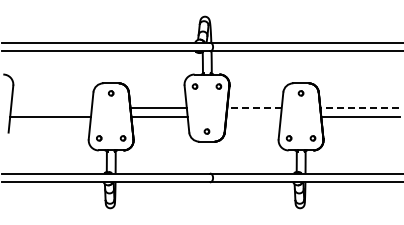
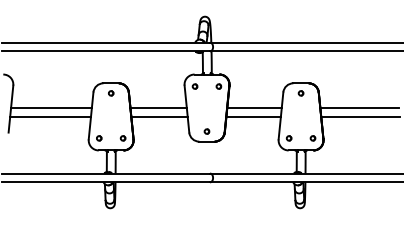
line at (51, 108): none -> present
line at (254, 108): dashed -> solid
line at (359, 108): dashed -> solid
line at (253, 116): none -> present
